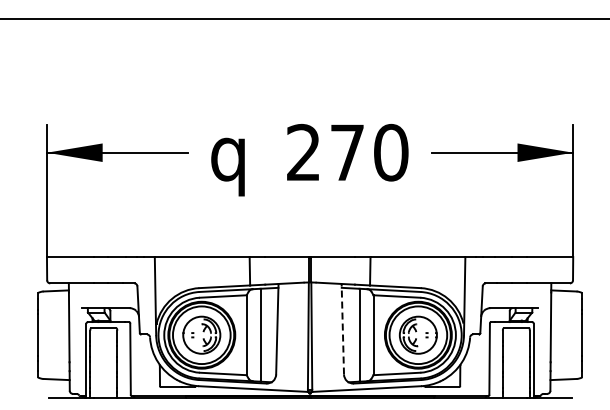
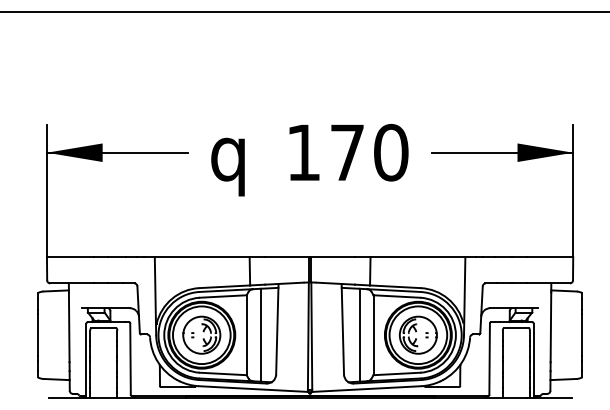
line at (304, 19) position: (304, 19) -> (304, 12)
text at (303, 151): 270 -> 170
line at (342, 328): dashed -> solid
